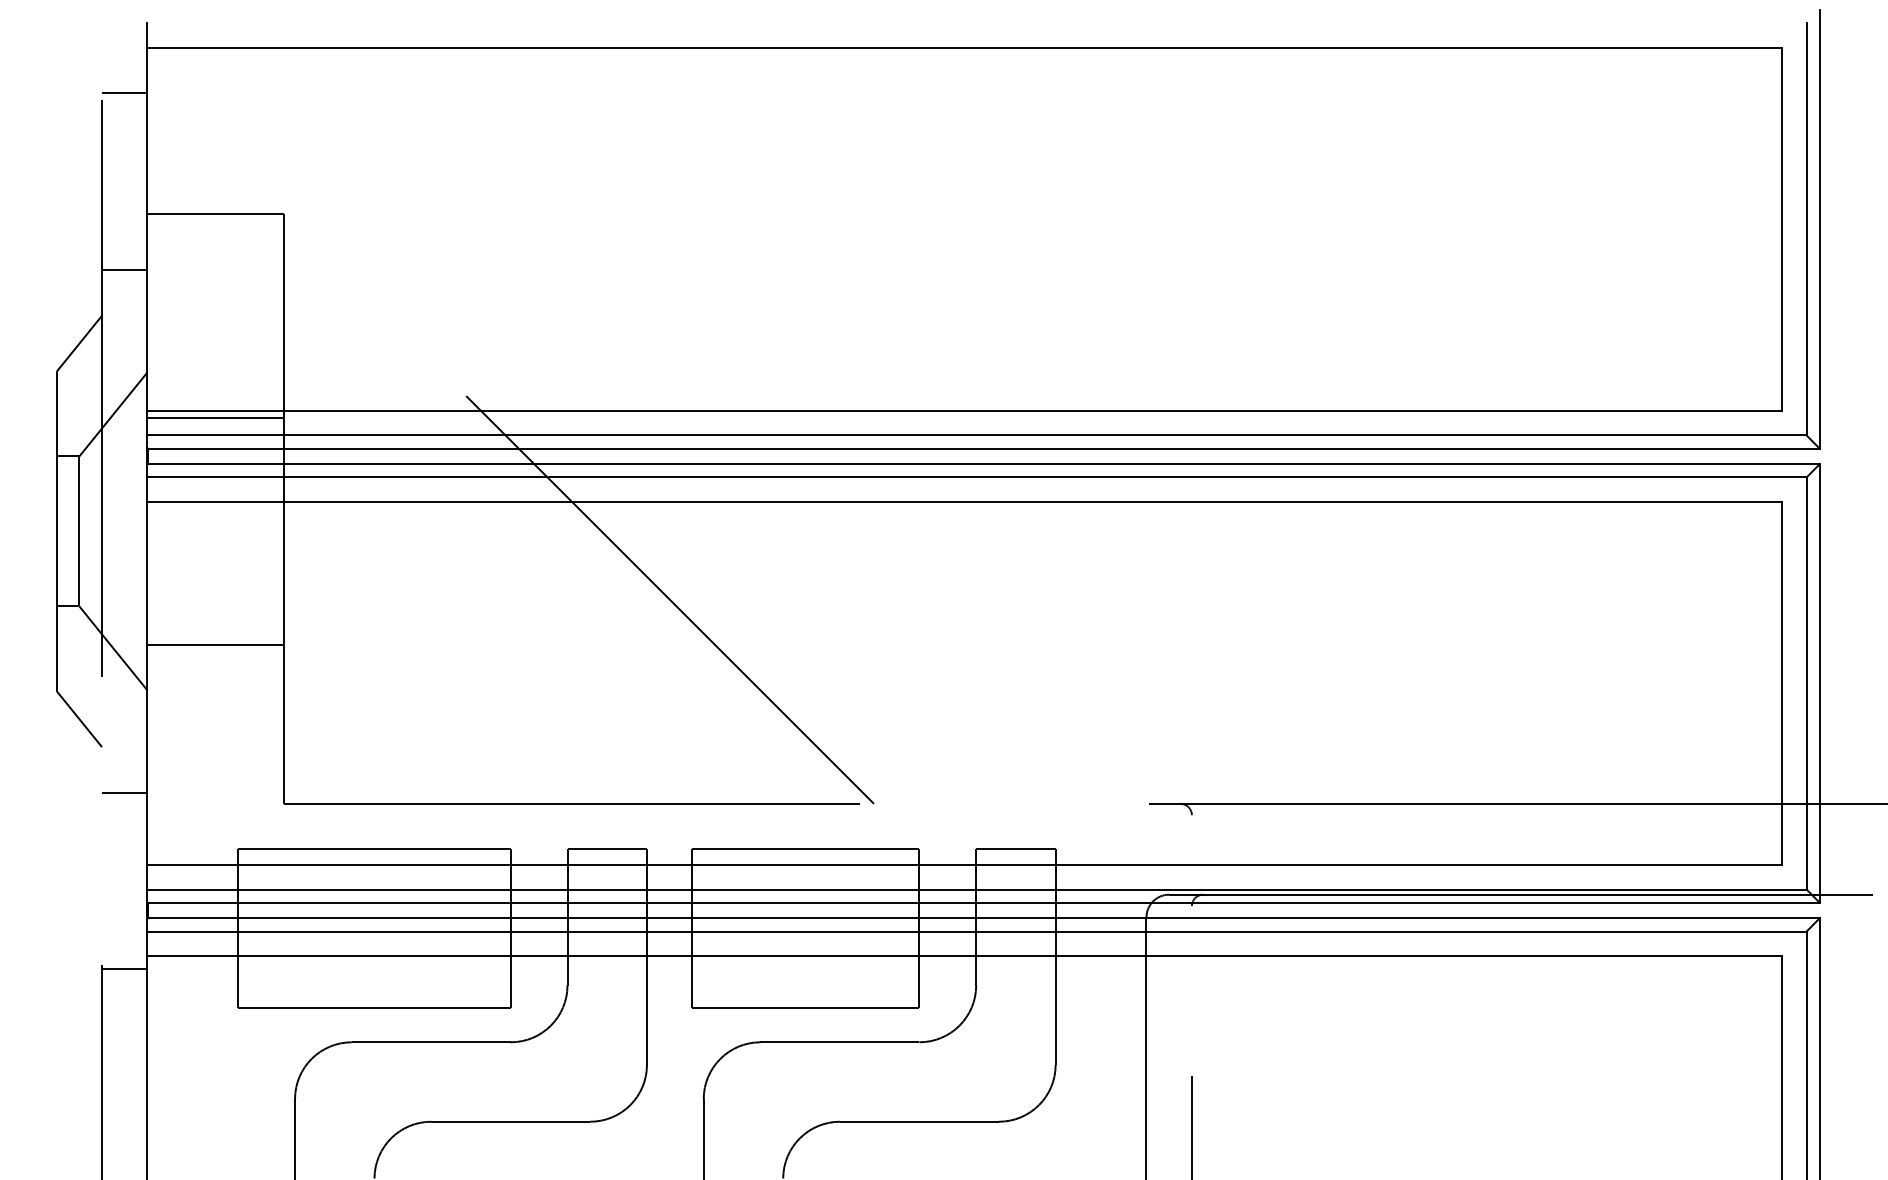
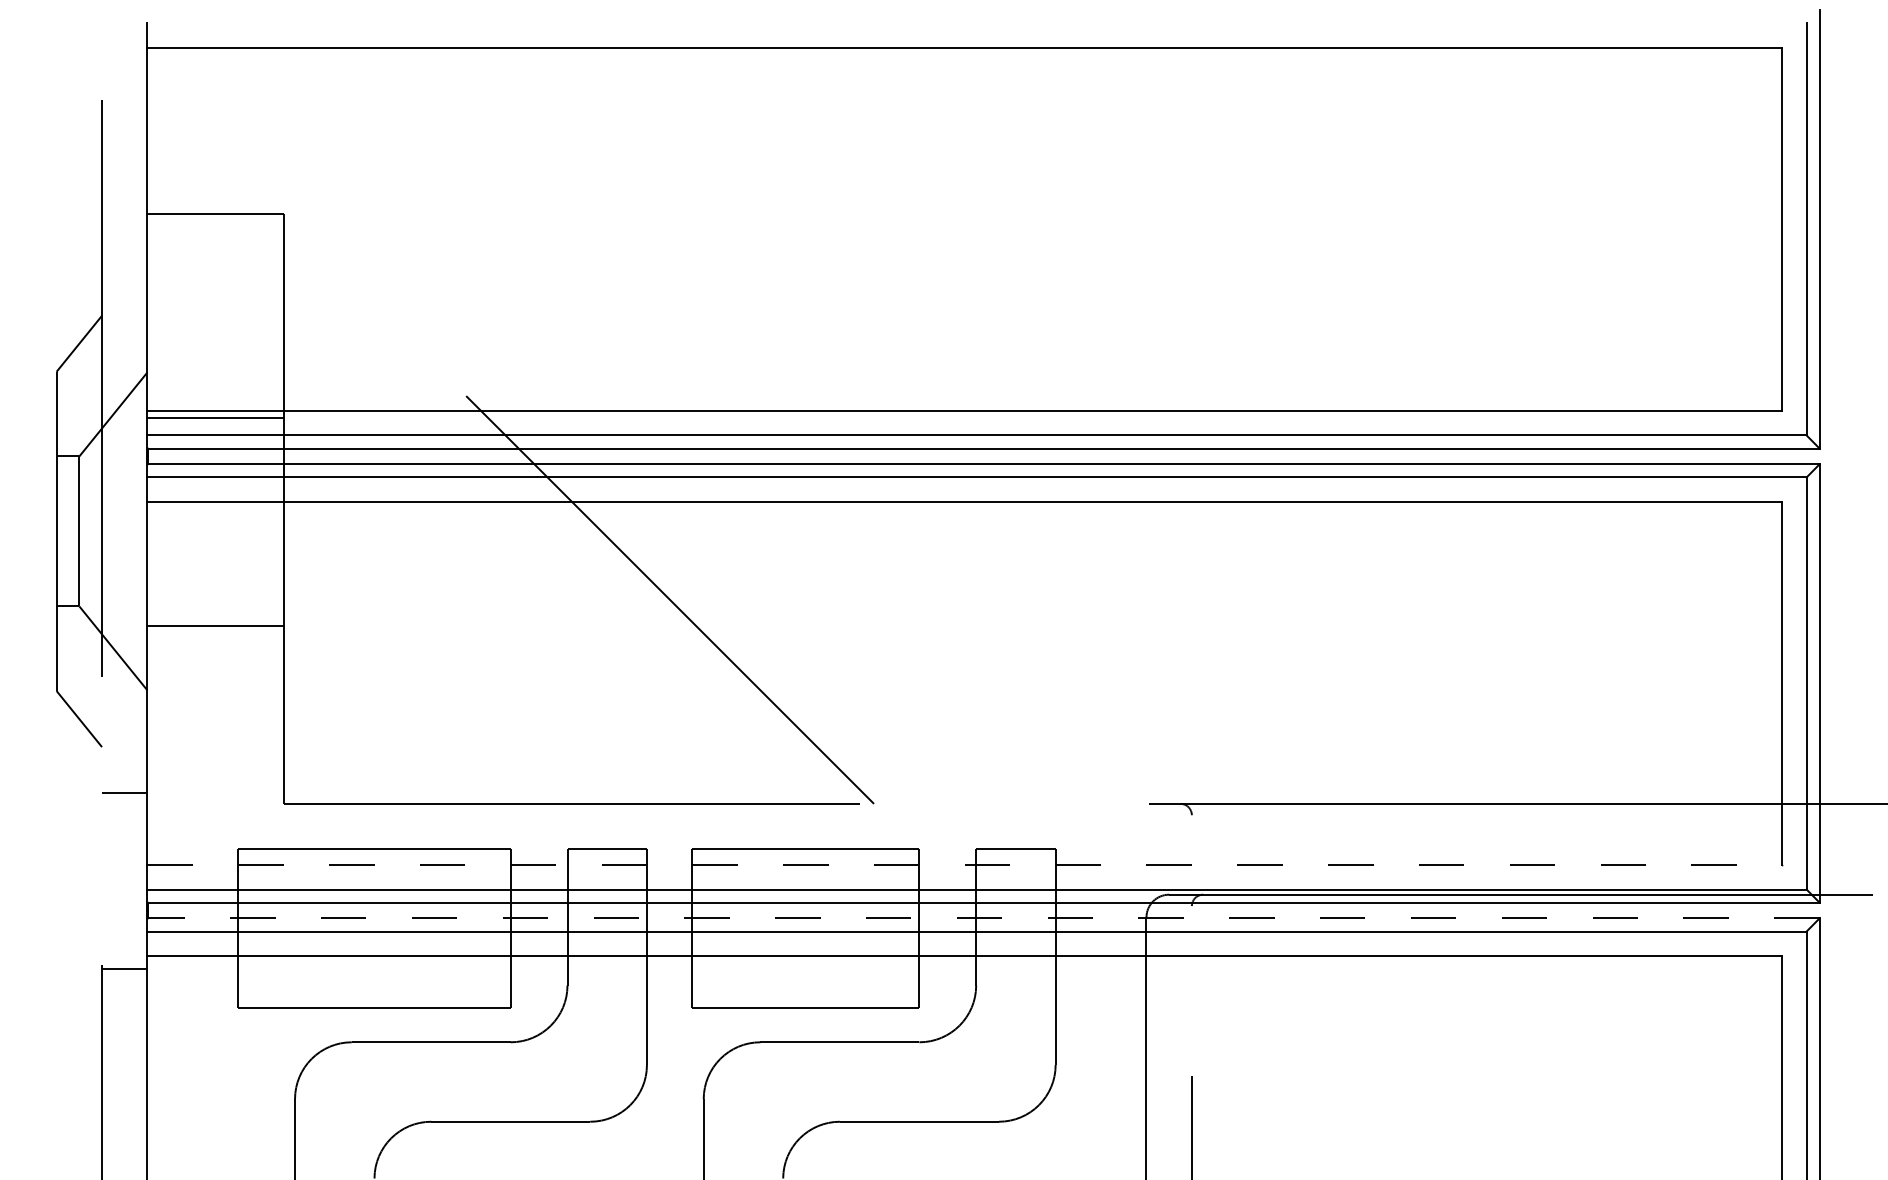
line at (124, 93): present -> none
line at (124, 270): present -> none
line at (215, 644) position: (215, 644) -> (215, 625)
line at (965, 865): solid -> dashed
line at (983, 918): solid -> dashed
